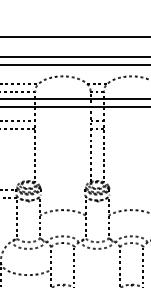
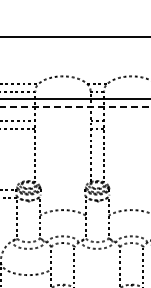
line at (74, 57): present -> none
line at (74, 64): present -> none
line at (75, 106): solid -> dashed
